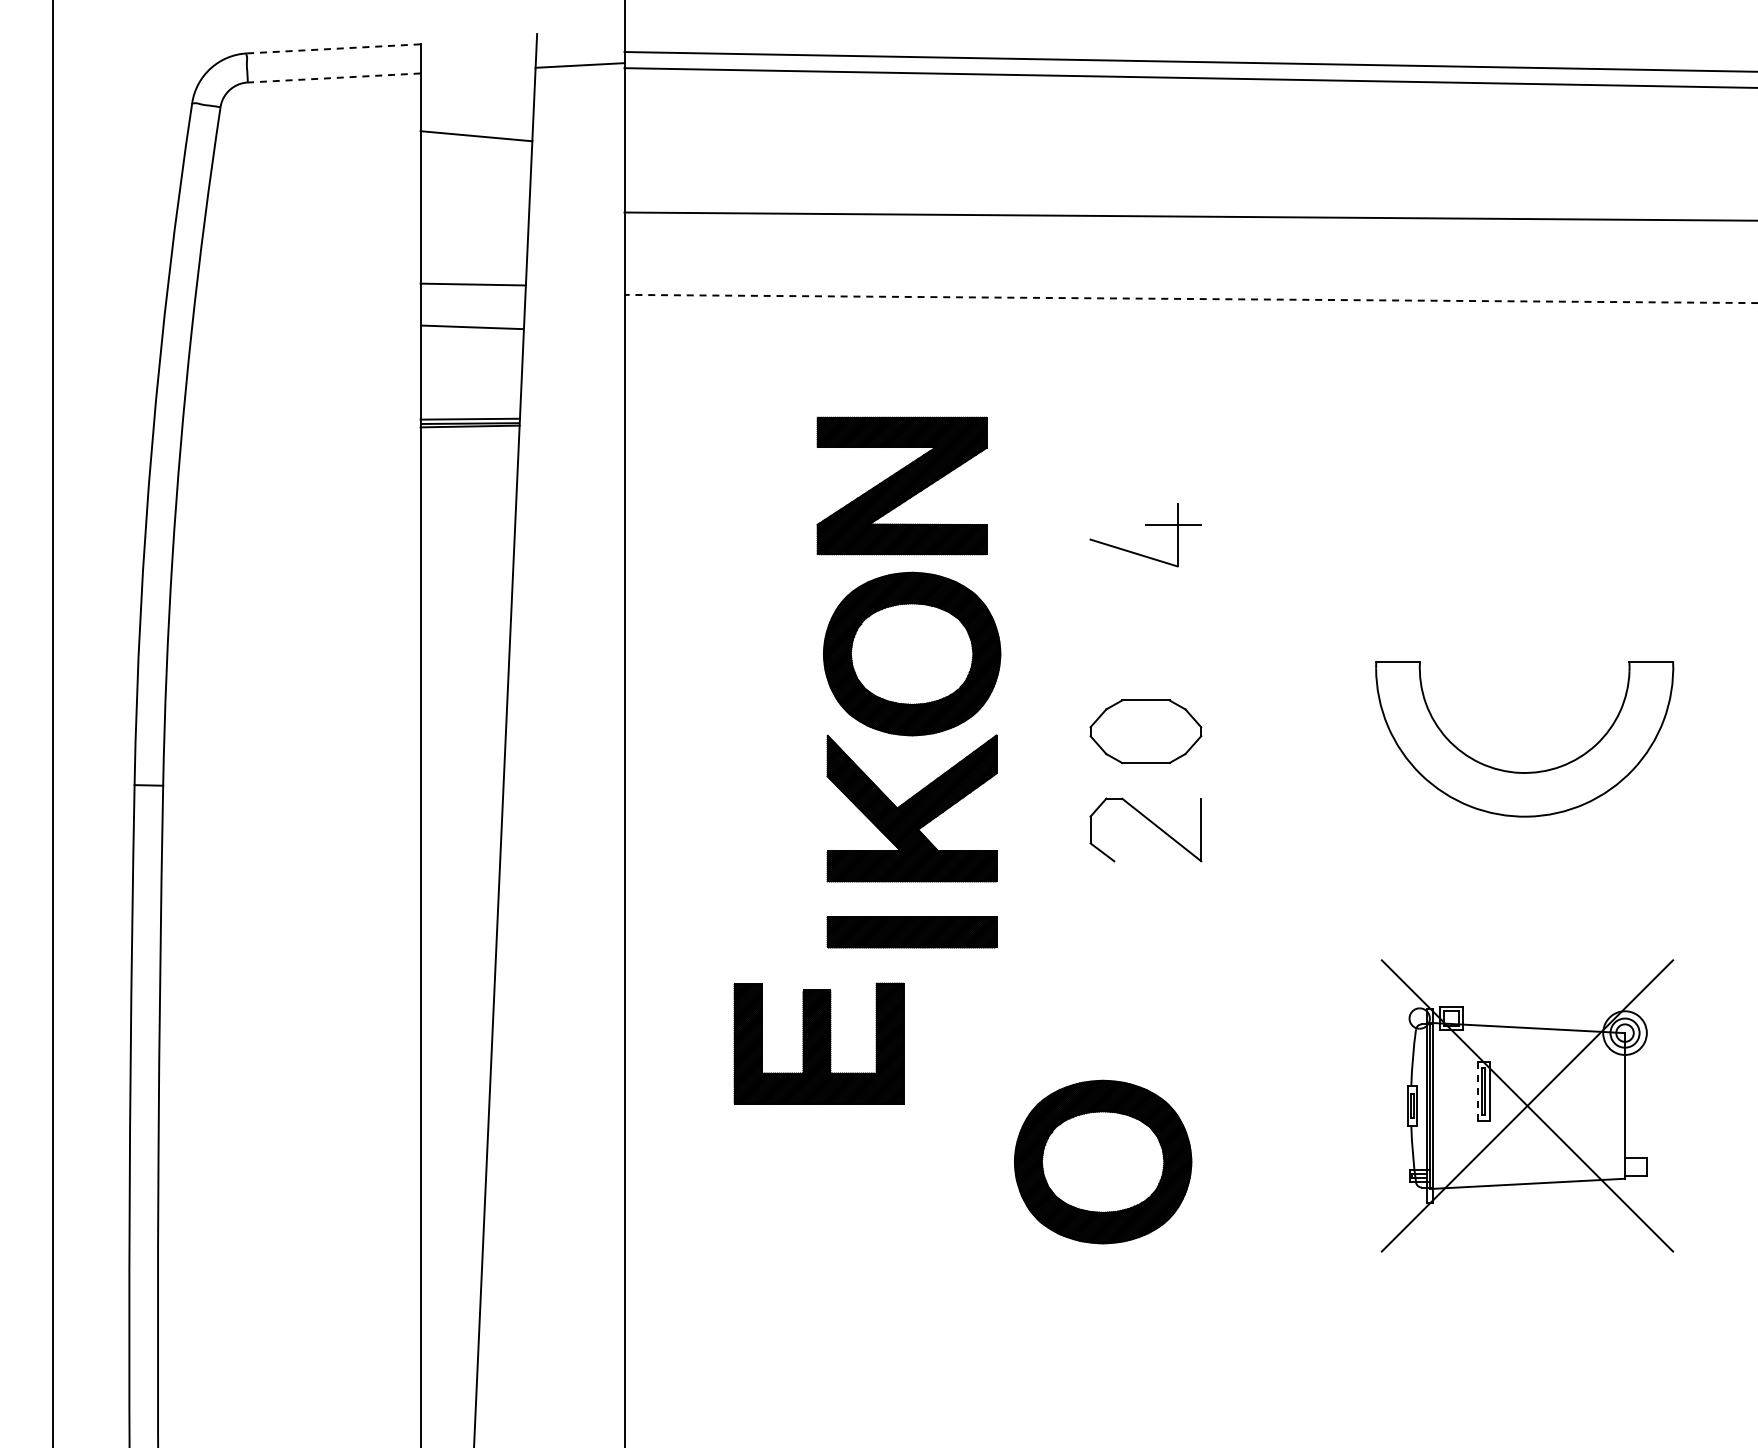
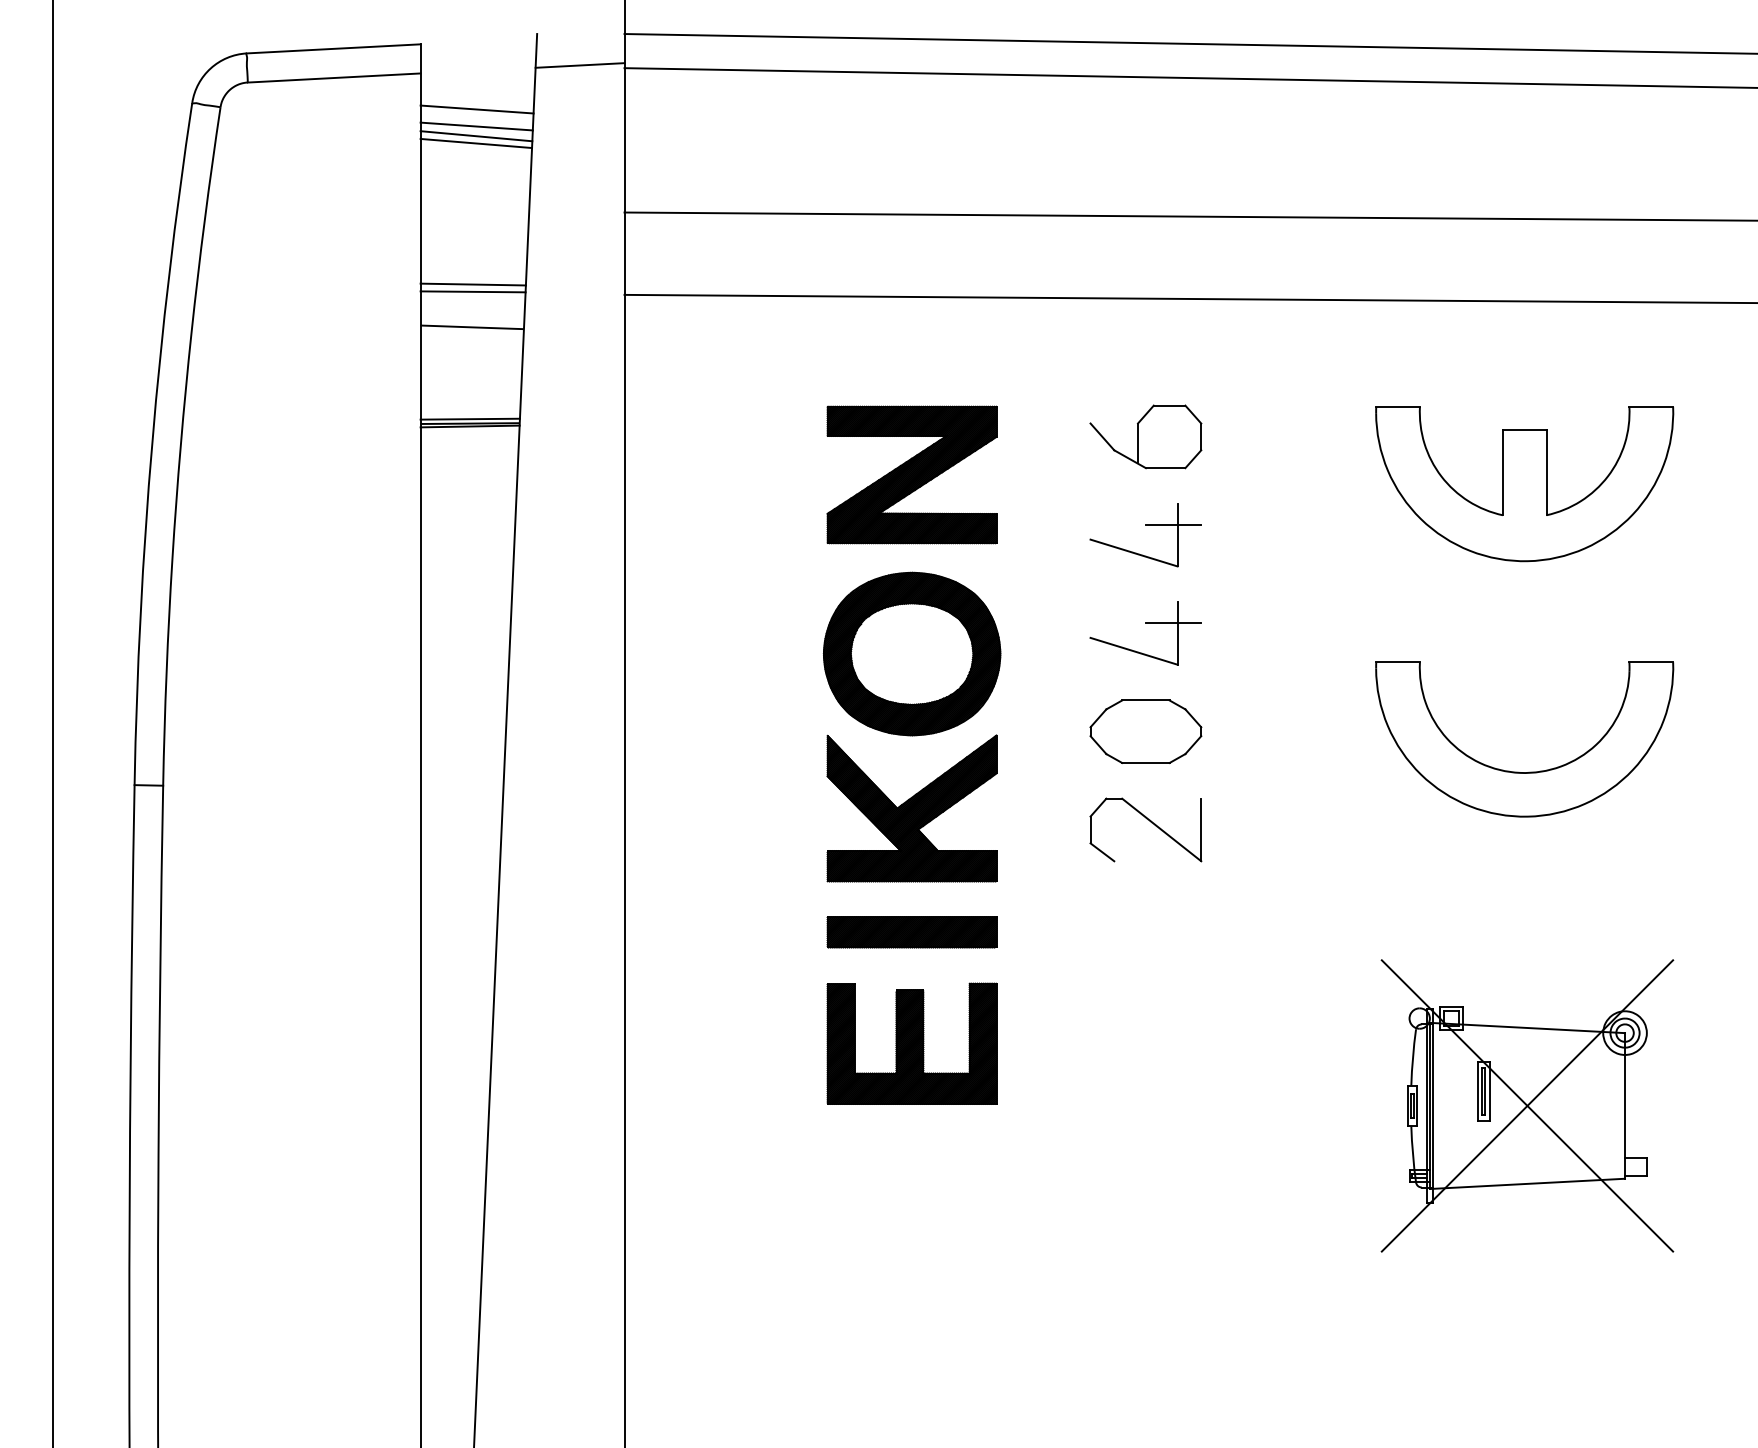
line at (333, 48): dashed -> solid
line at (1189, 61) position: (1189, 61) -> (1189, 43)
line at (334, 78): dashed -> solid
line at (476, 109): none -> present
line at (476, 126): none -> present
line at (476, 143): none -> present
line at (472, 291): none -> present
line at (1190, 298): dashed -> solid
part at (1145, 436): none -> present
part at (1524, 484): none -> present
part at (901, 485) position: (901, 485) -> (911, 474)
part at (1145, 623): none -> present
part at (818, 1043) position: (818, 1043) -> (911, 1043)
line at (1477, 1091): dashed -> solid
part at (1102, 1161): present -> none
